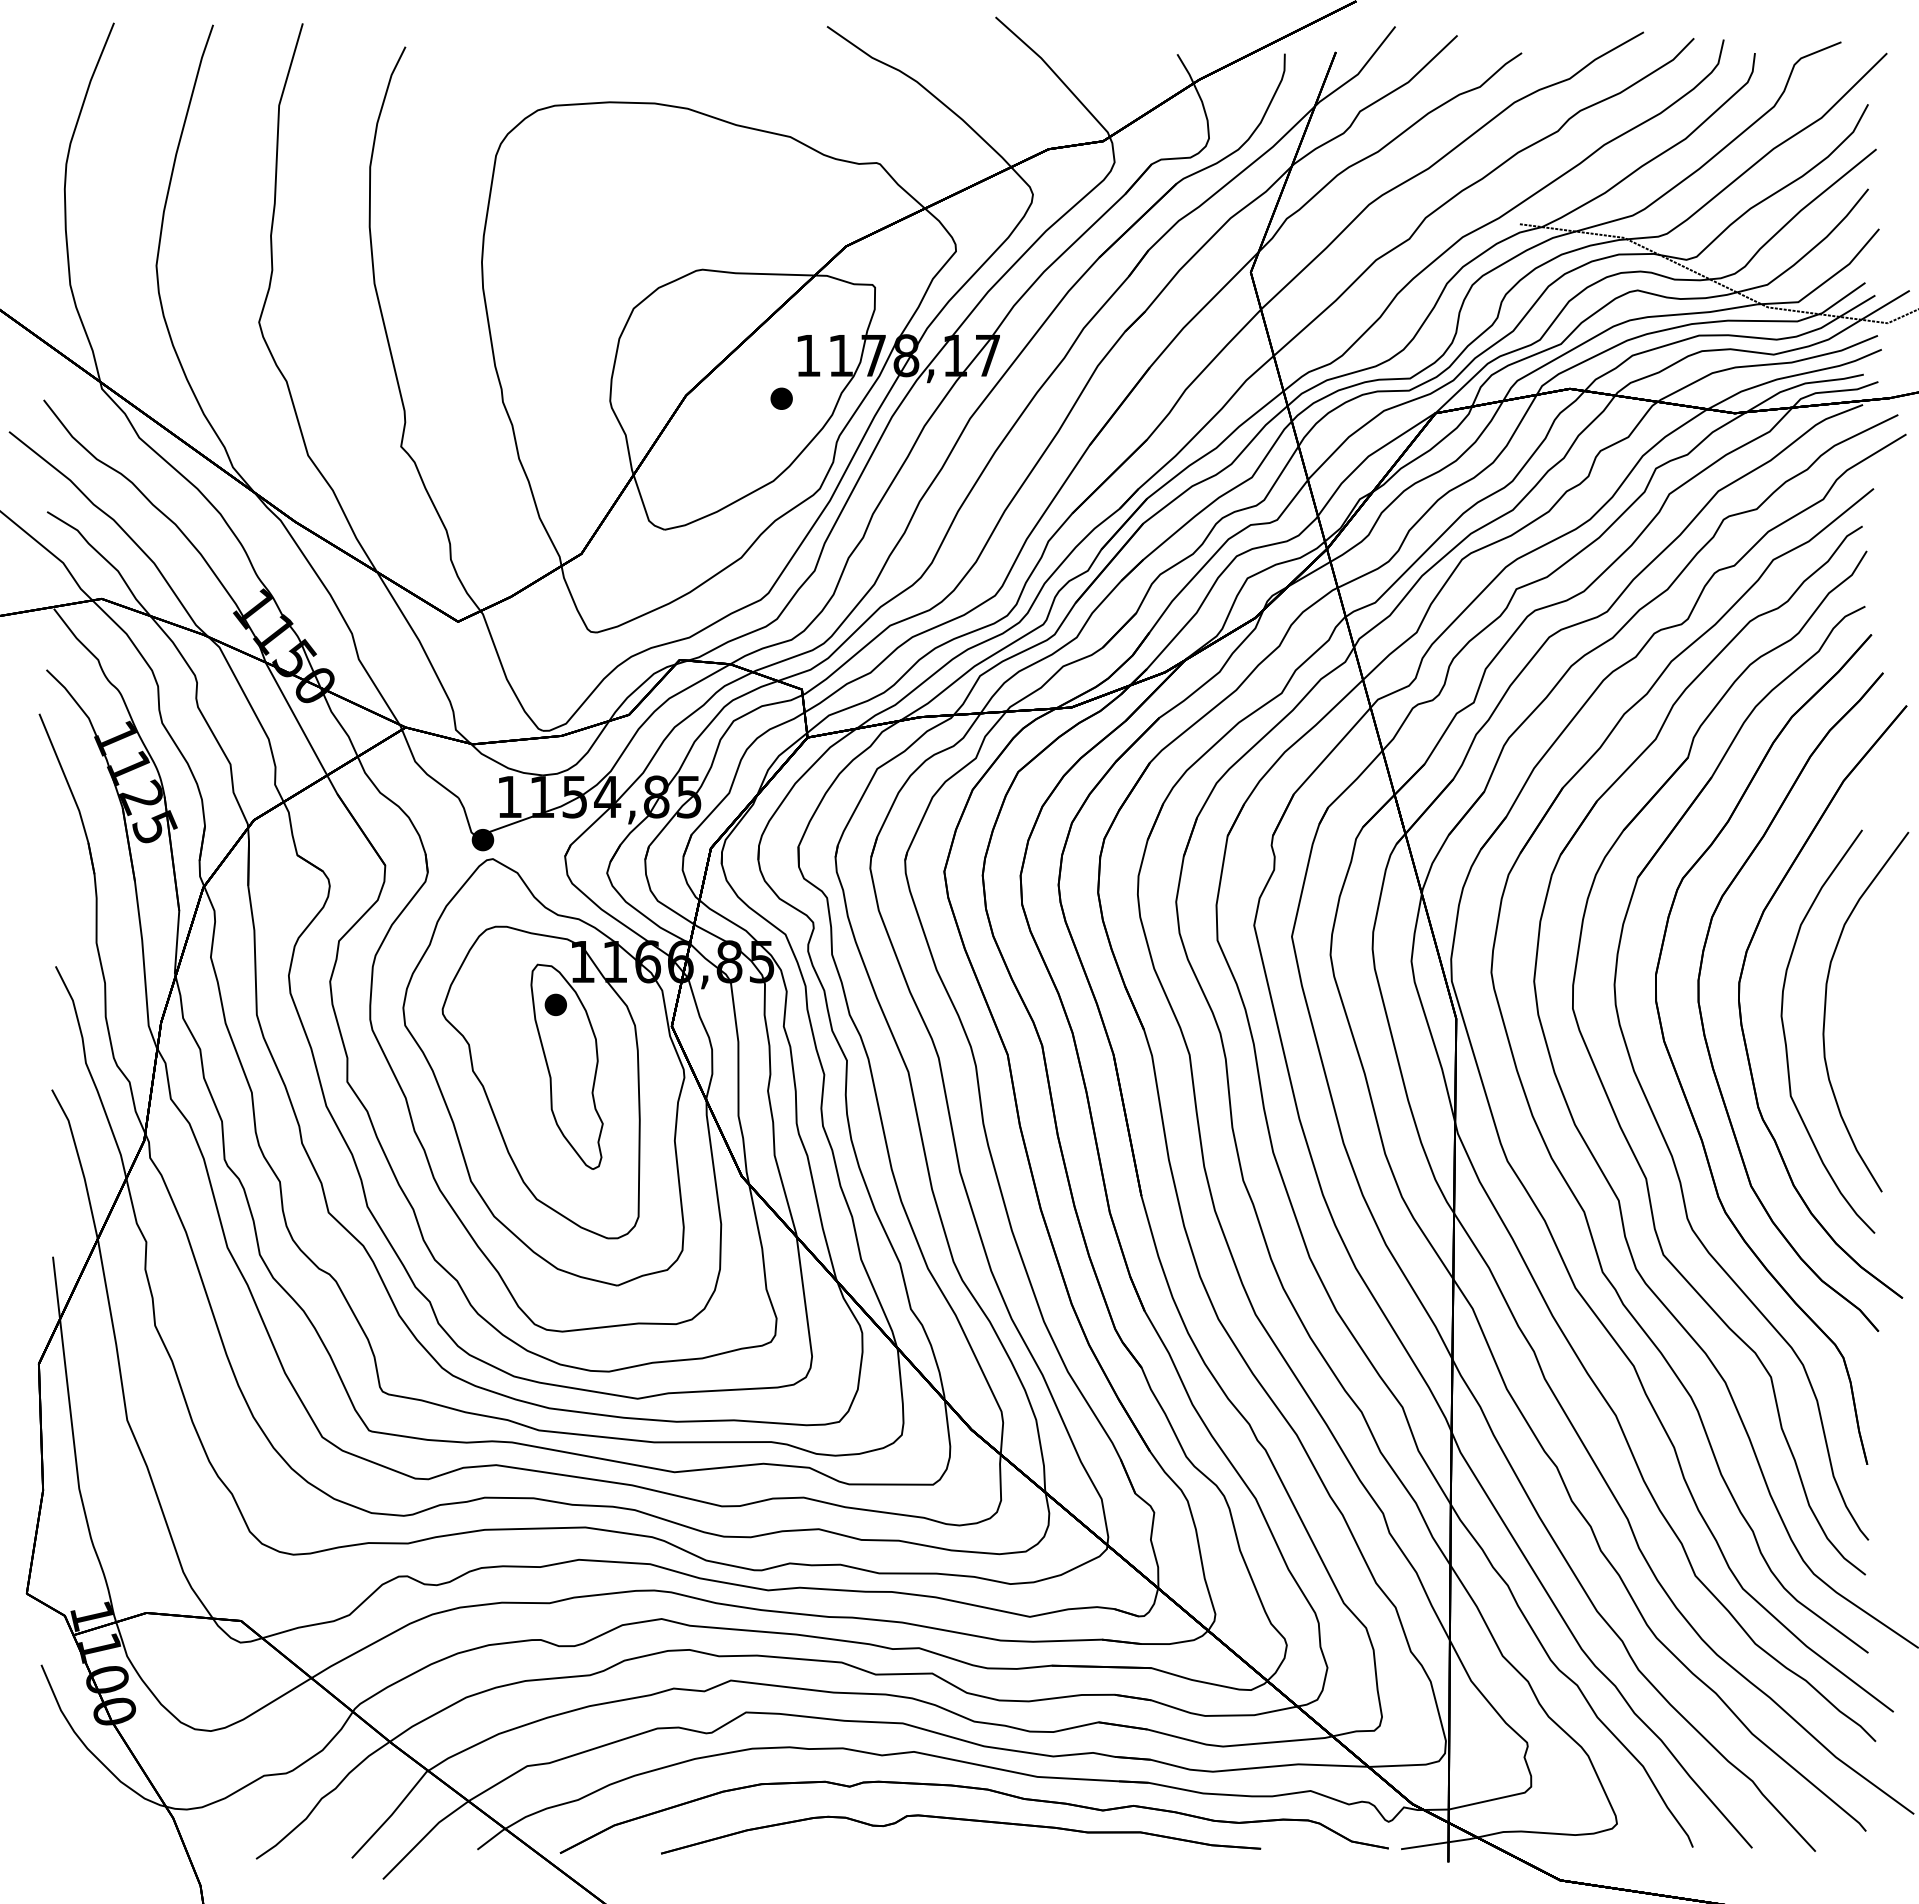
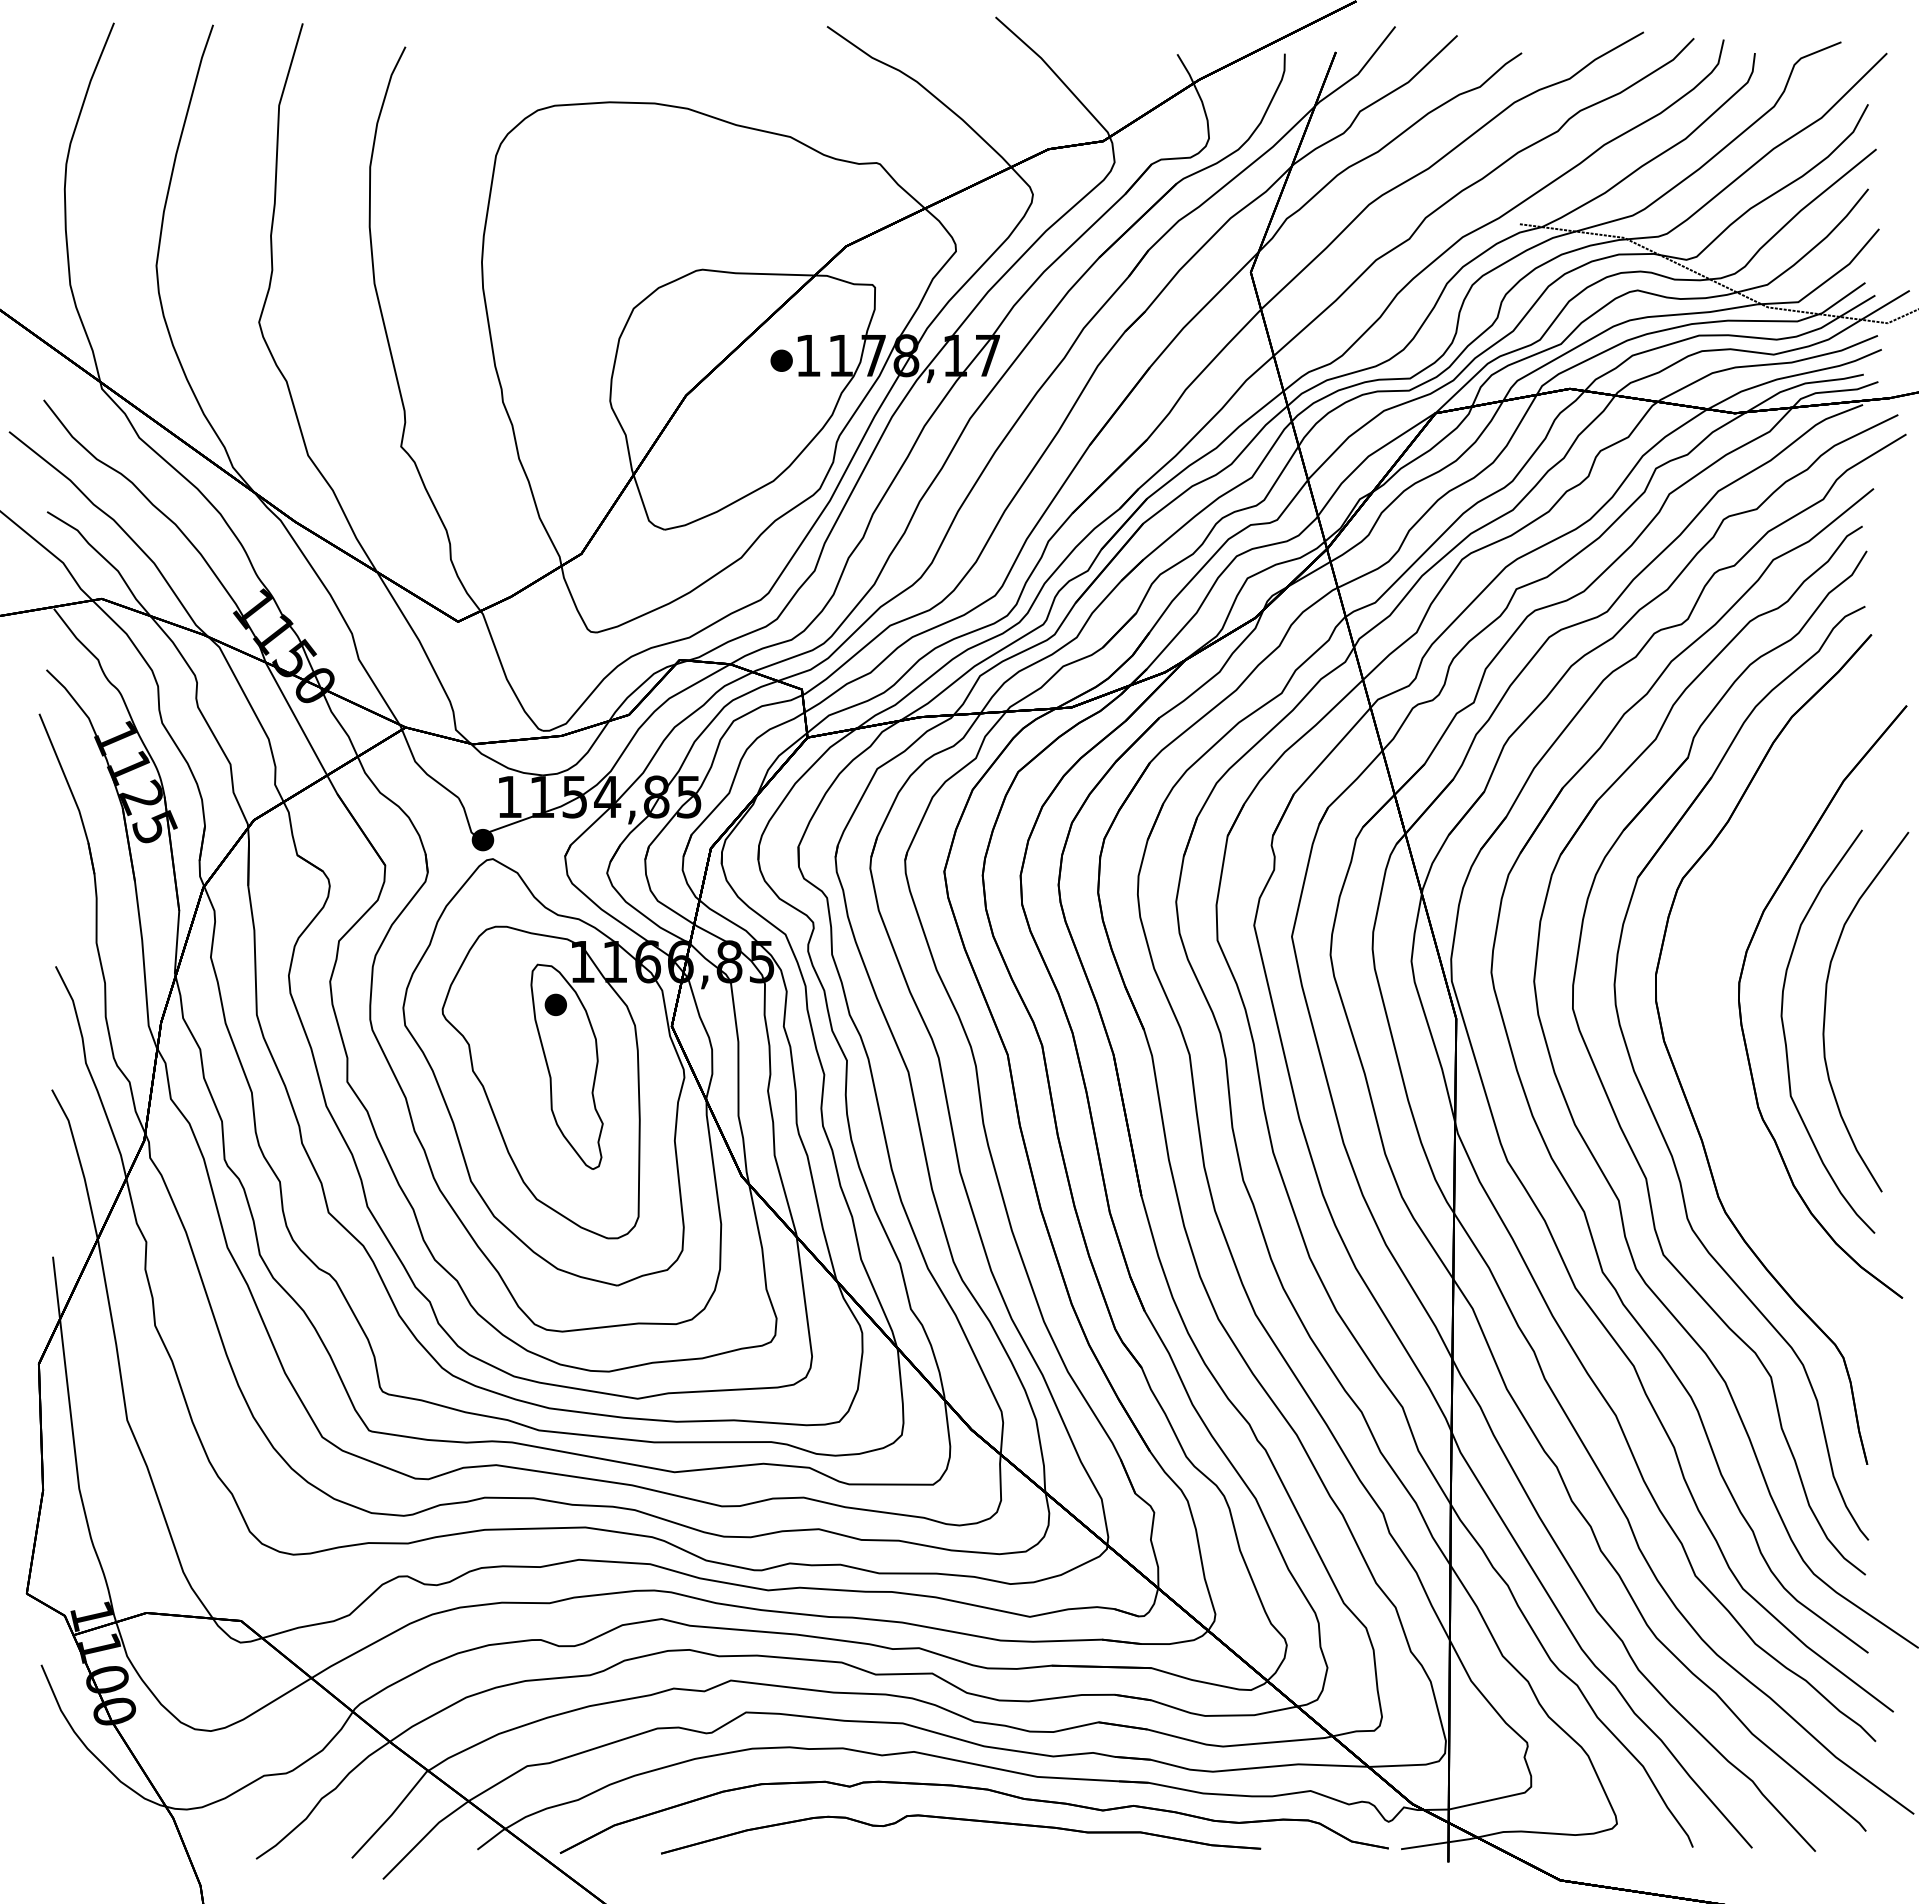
part at (781, 398) position: (781, 398) -> (781, 360)
part at (1702, 1016): present -> none
